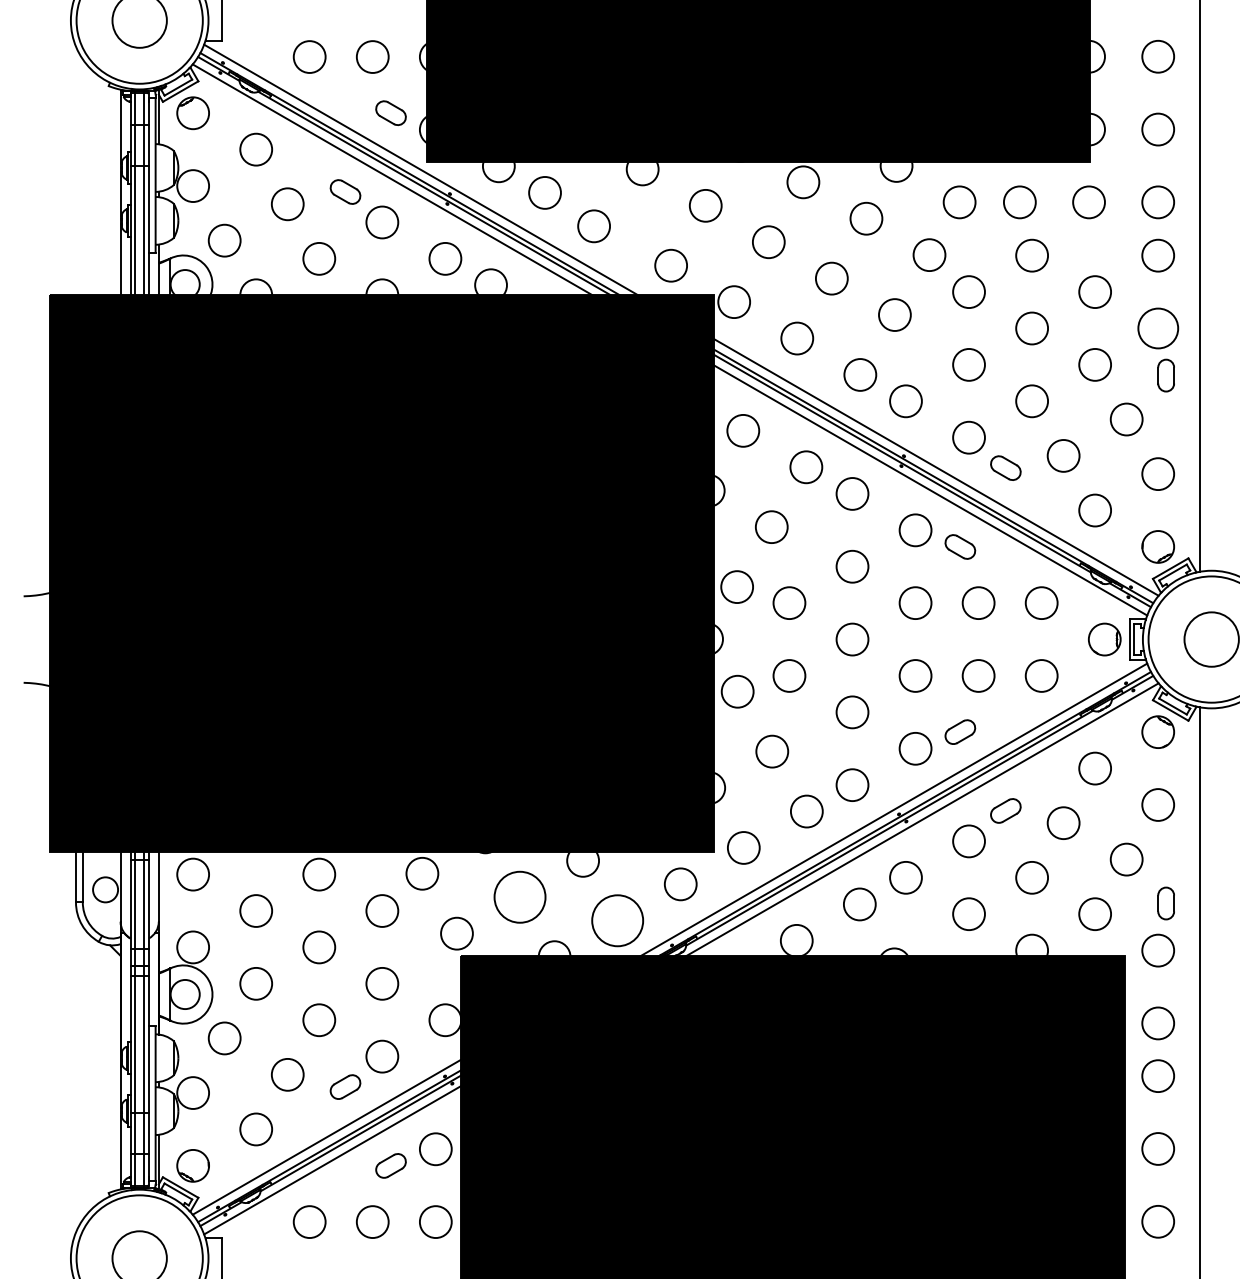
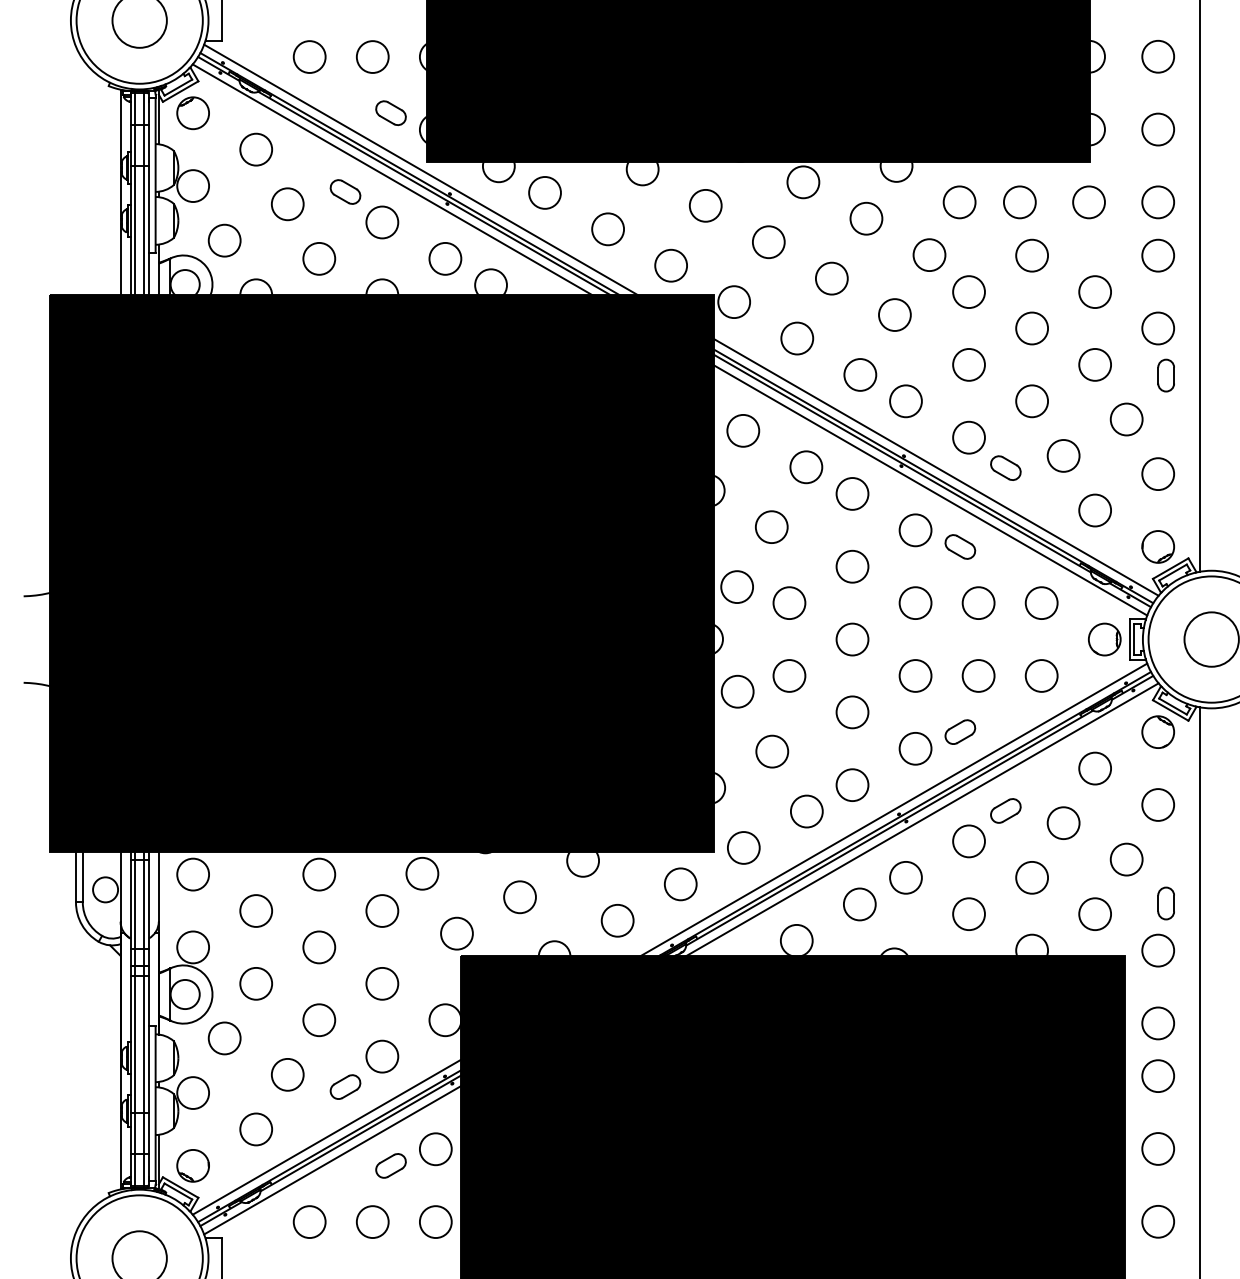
circle at (593, 226) position: (593, 226) -> (607, 229)
circle at (1158, 328) size: 43x43 px -> 34x35 px
circle at (519, 896) diameter: 51 px -> 32 px
circle at (617, 920) diameter: 51 px -> 32 px
